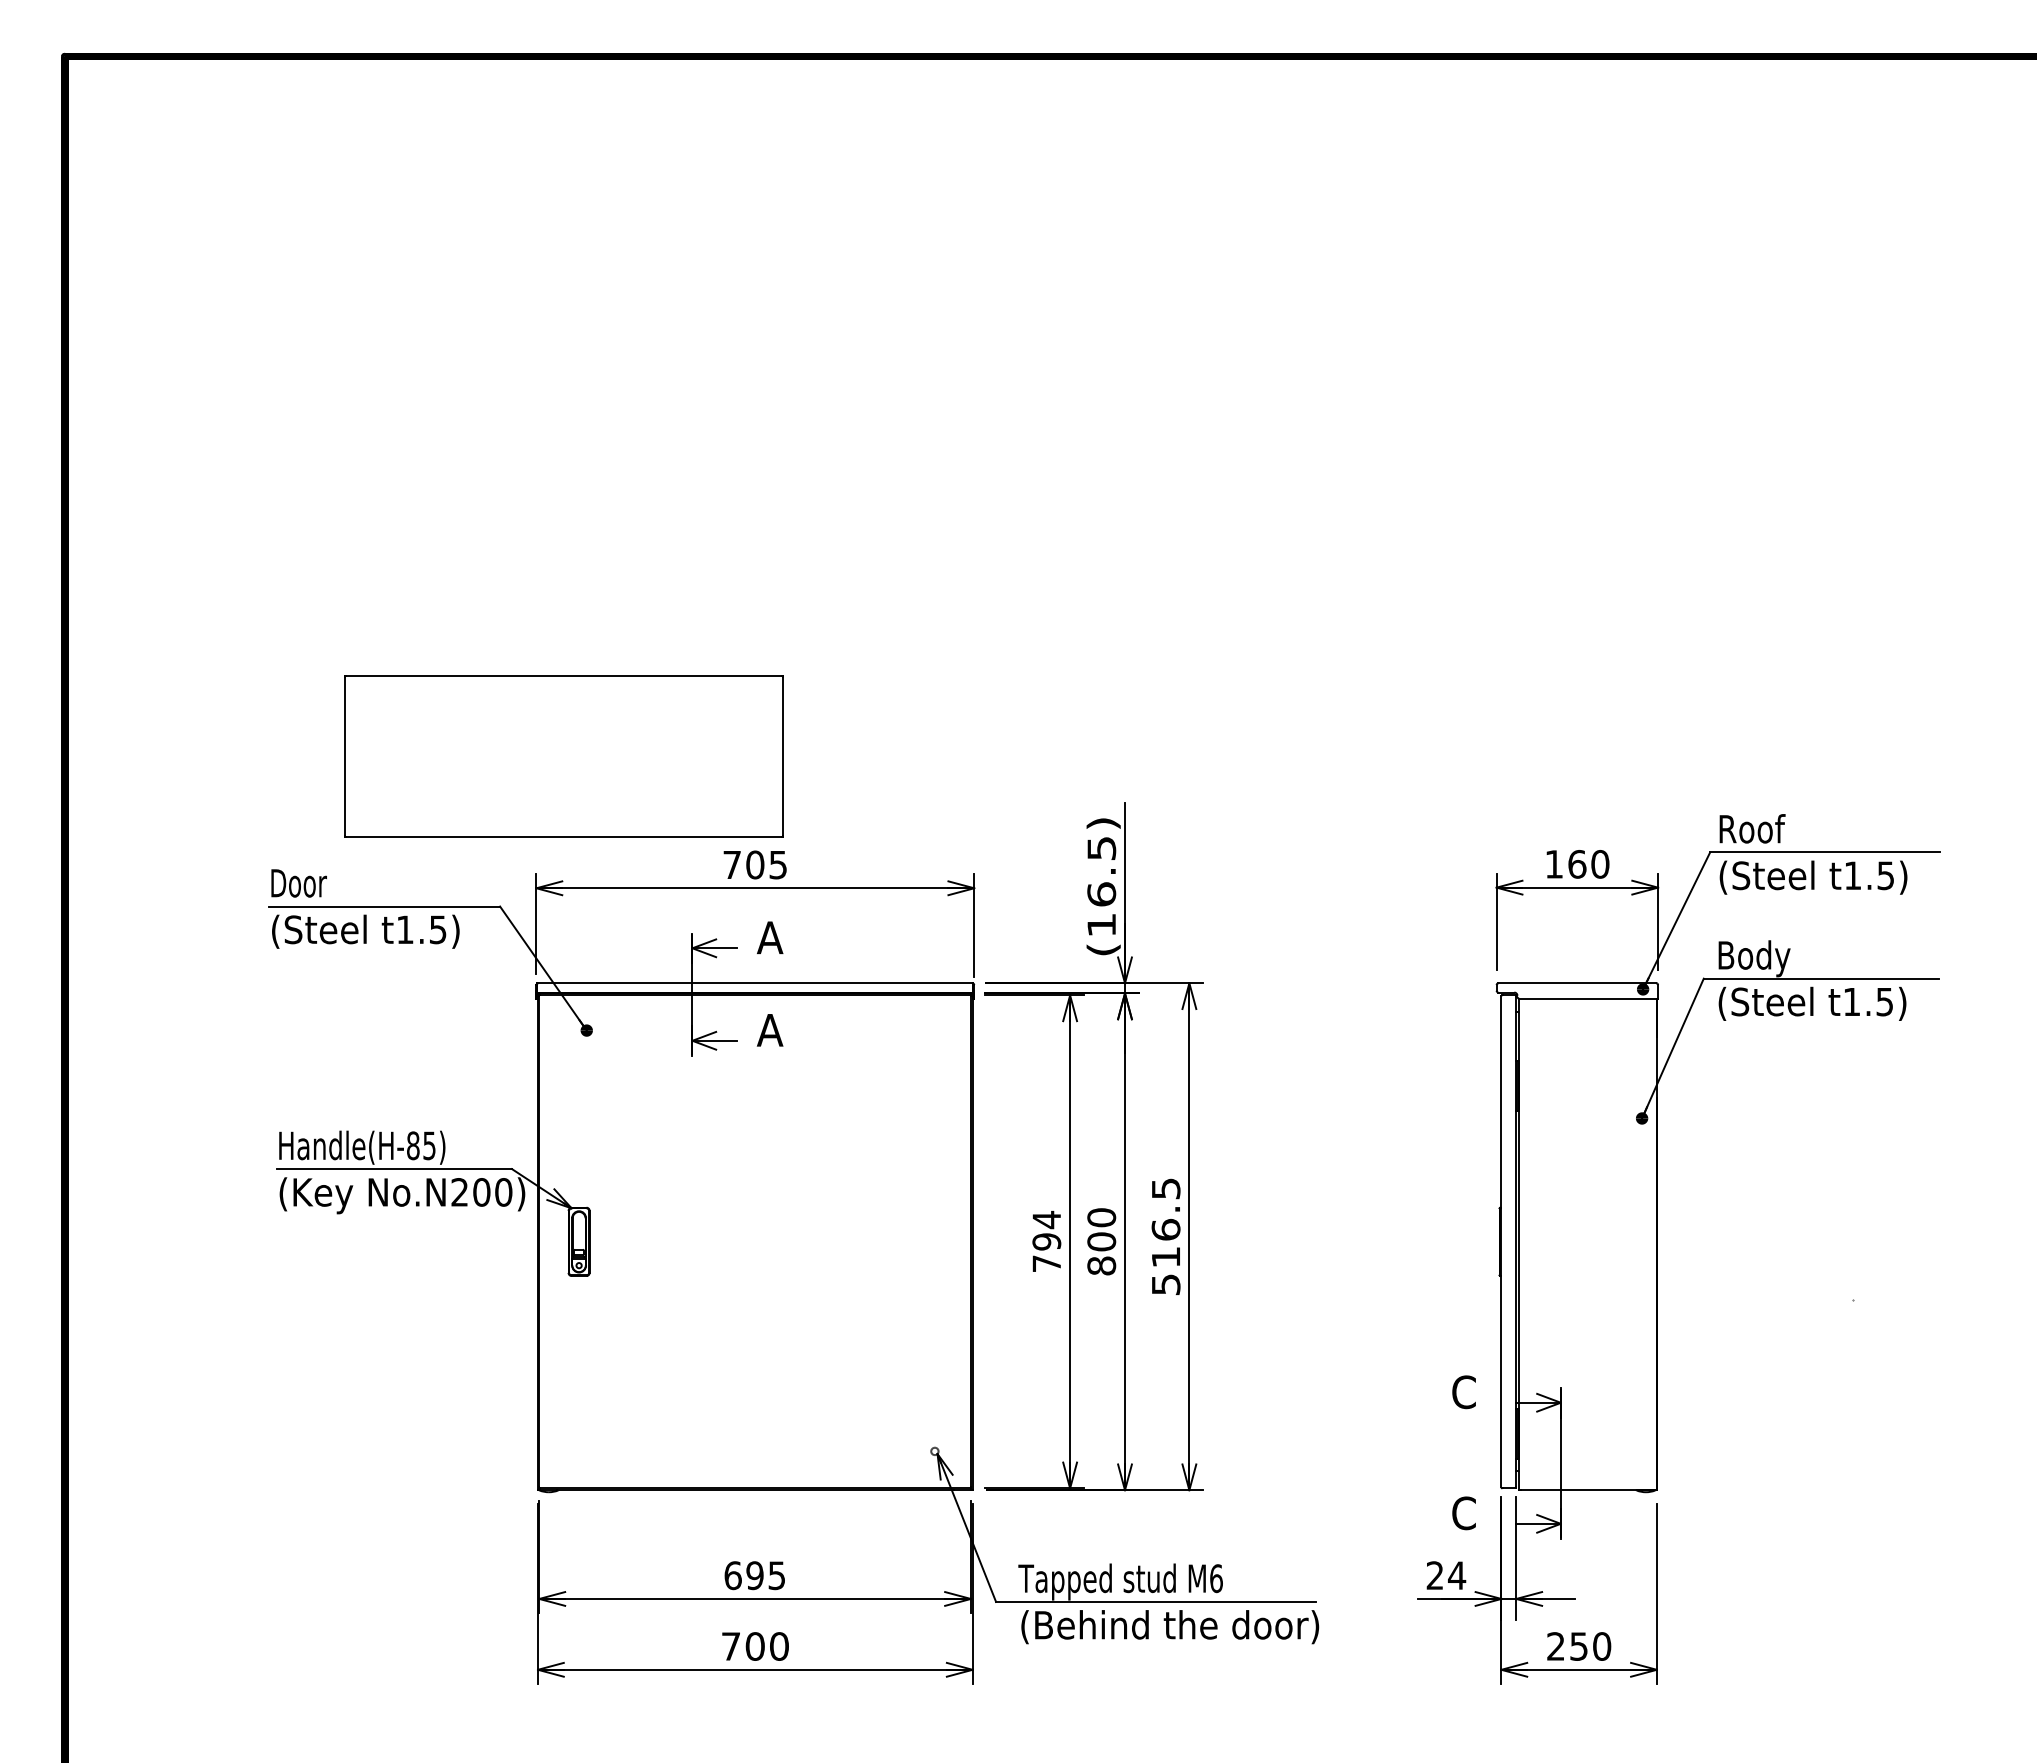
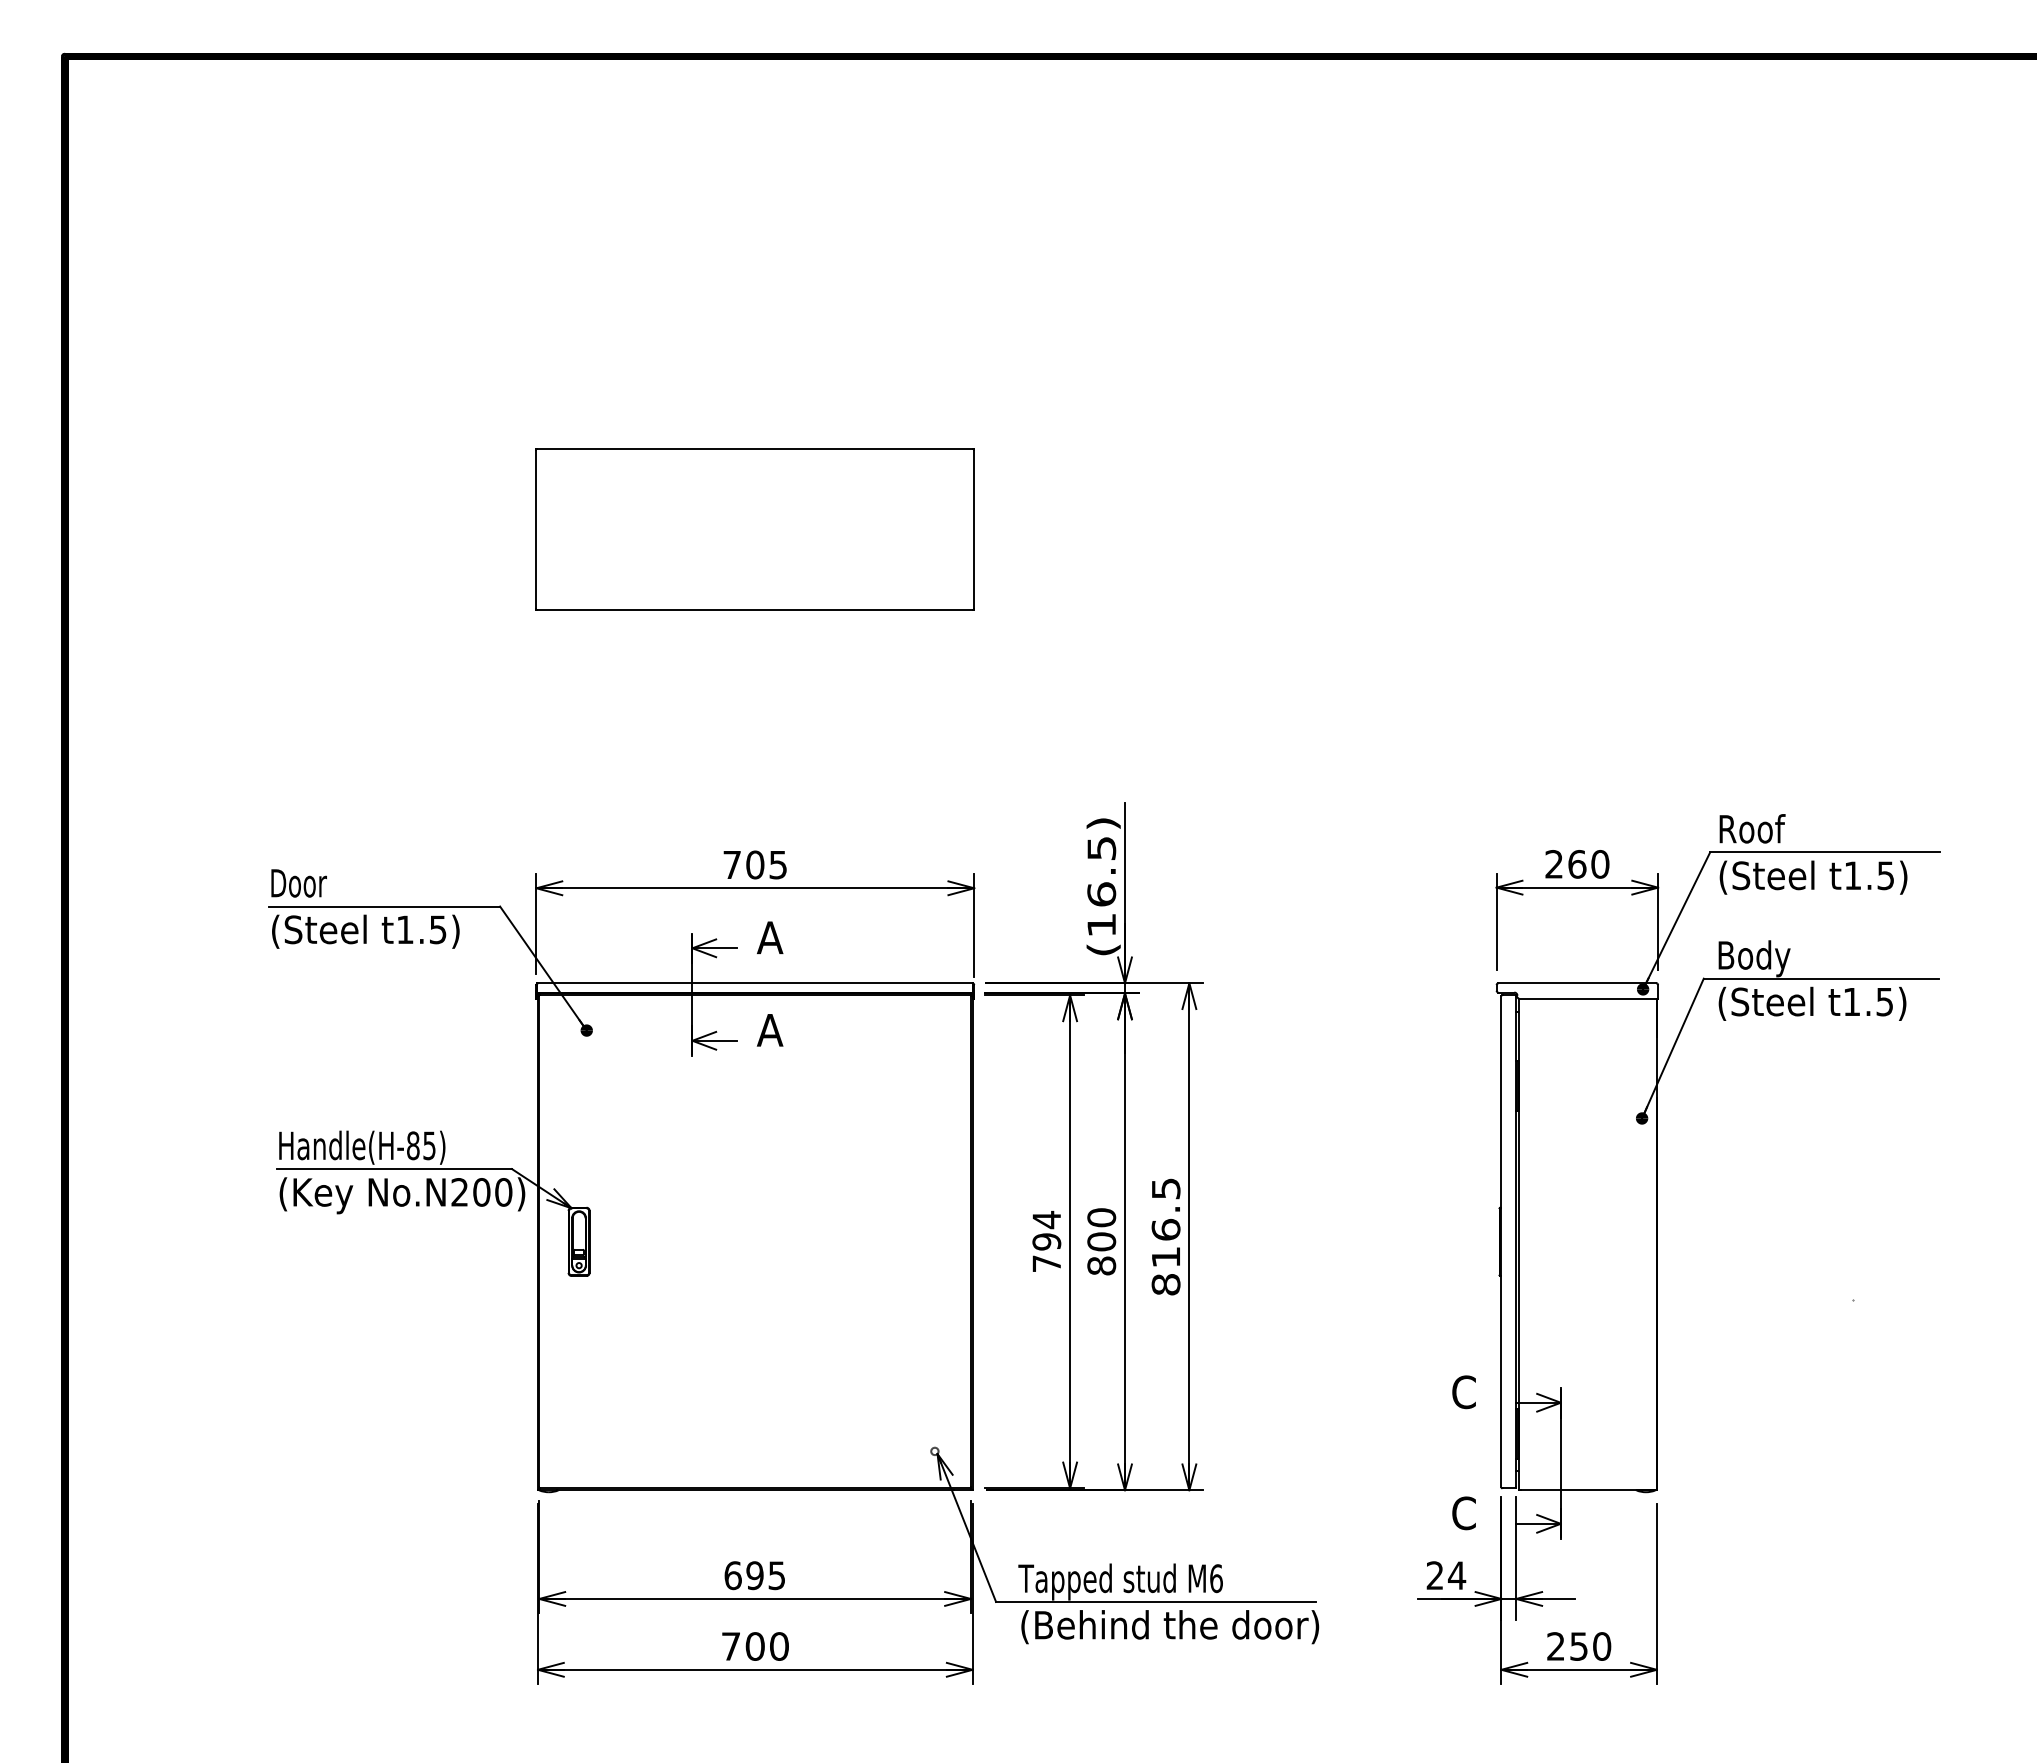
part at (563, 756) position: (563, 756) -> (754, 529)
text at (1553, 864): 160 -> 260
text at (1165, 1284): 516.5 -> 816.5
